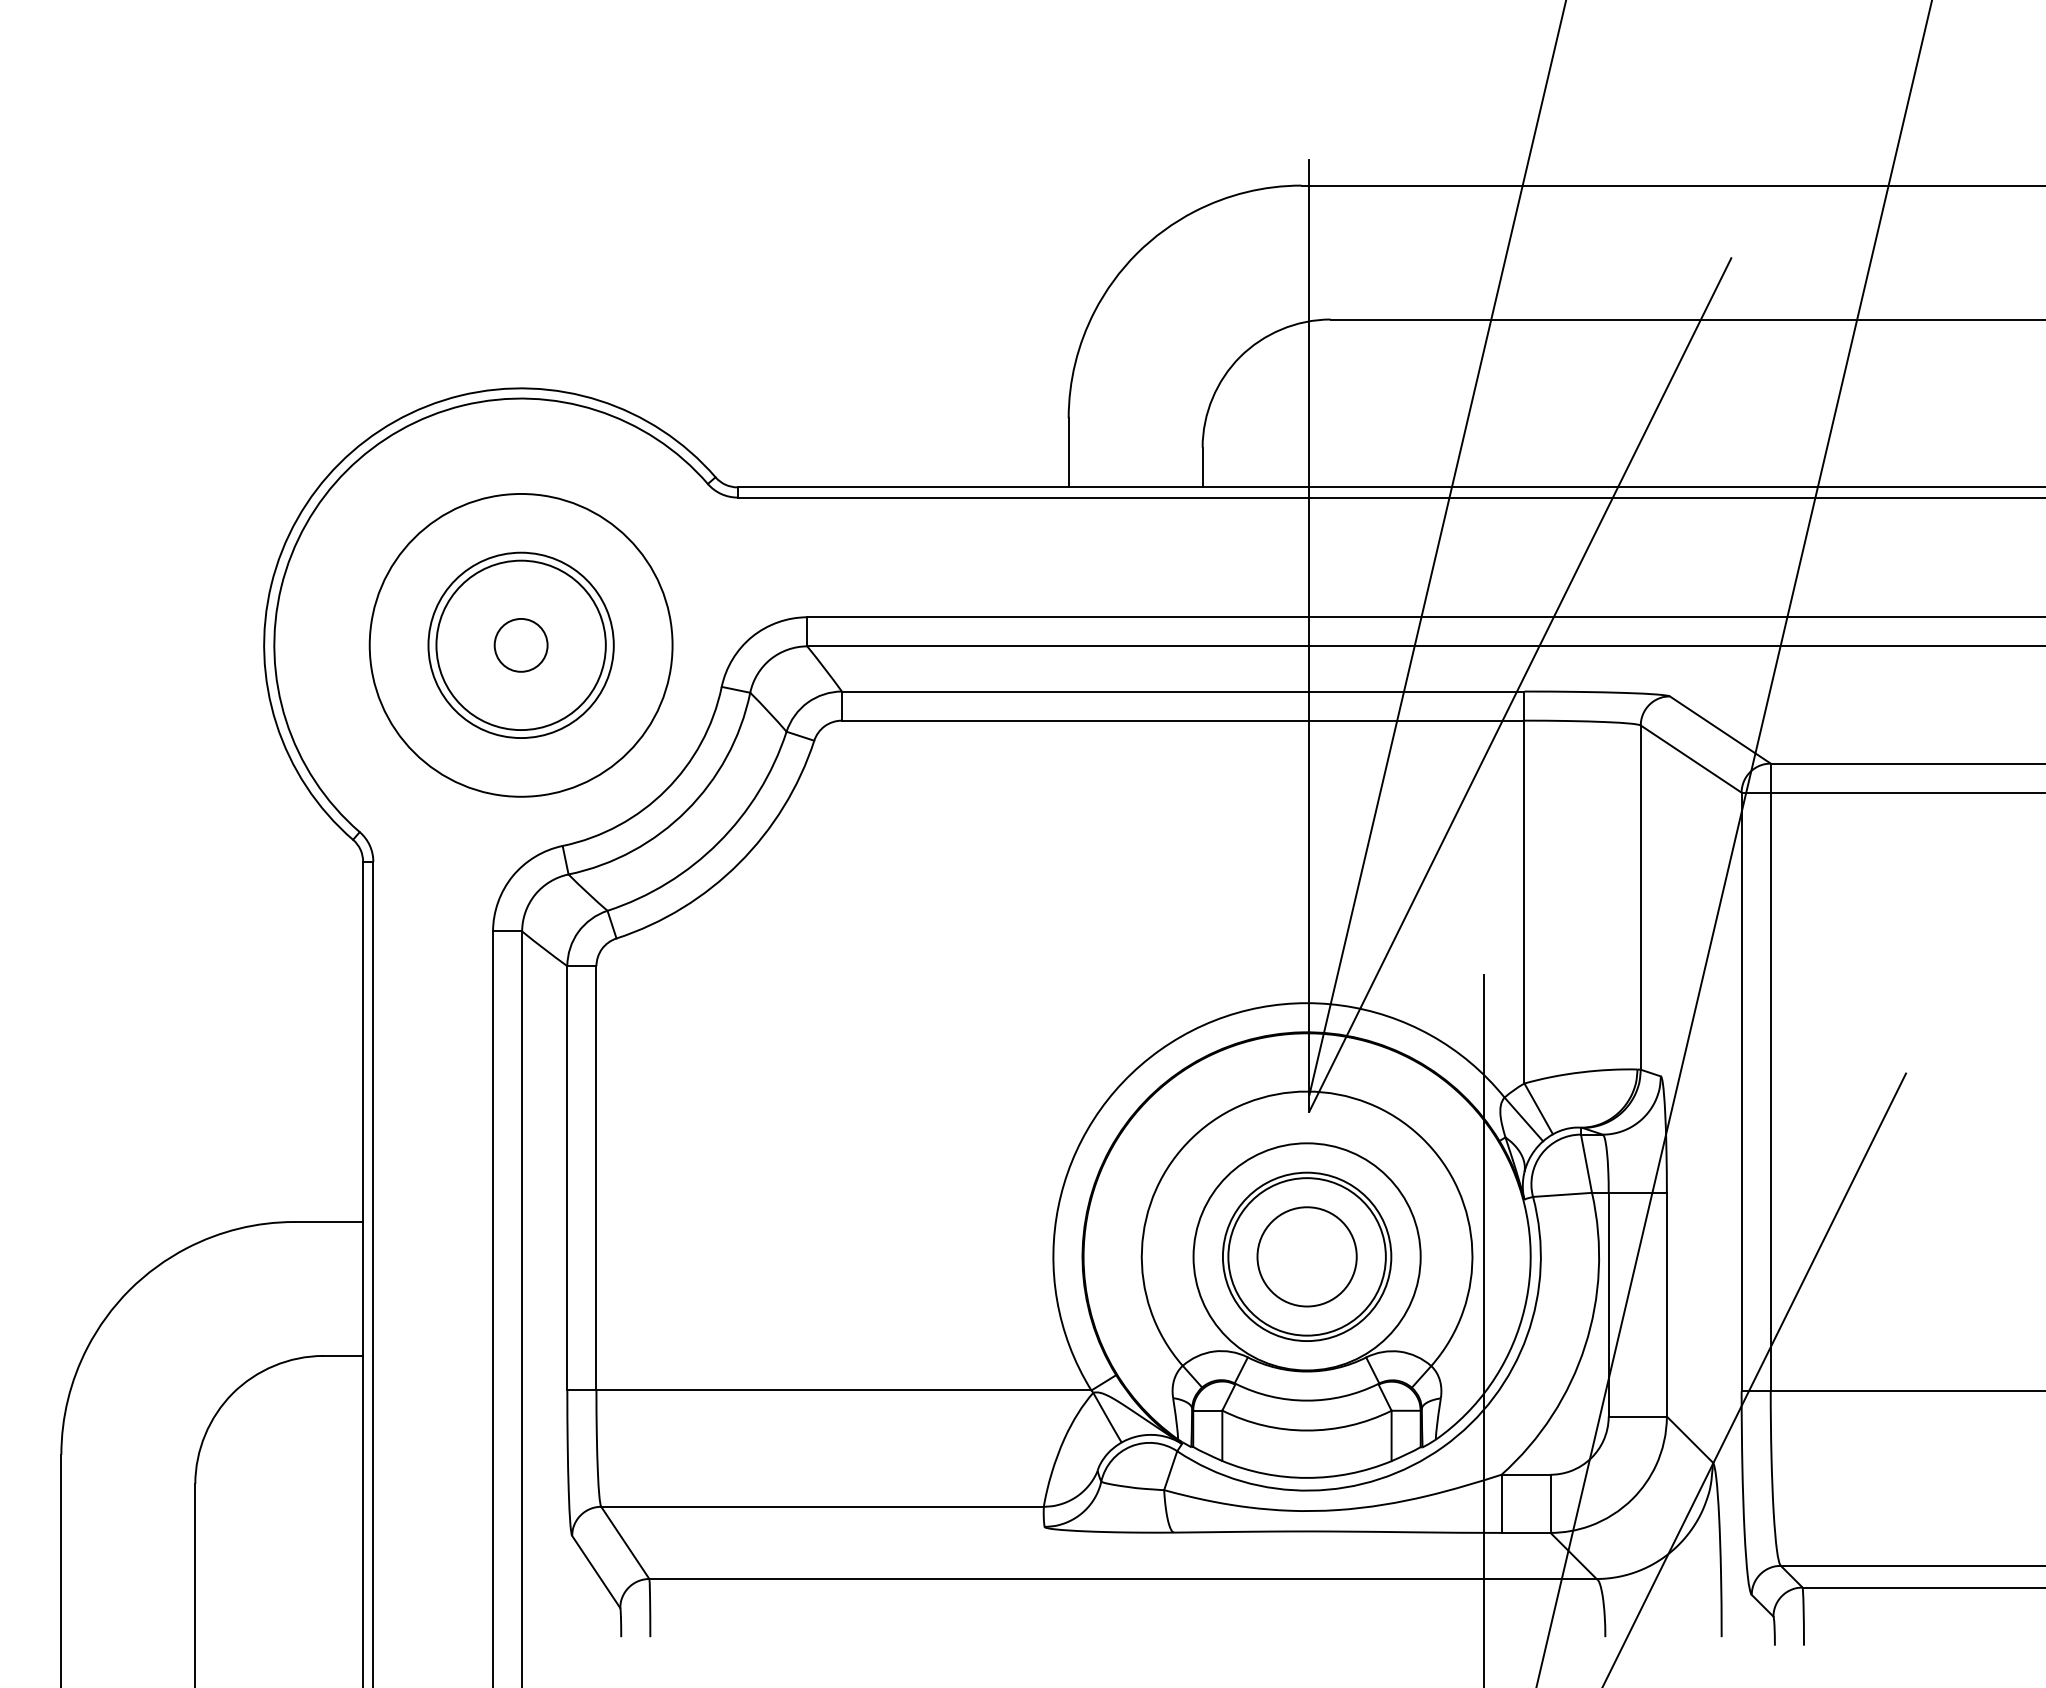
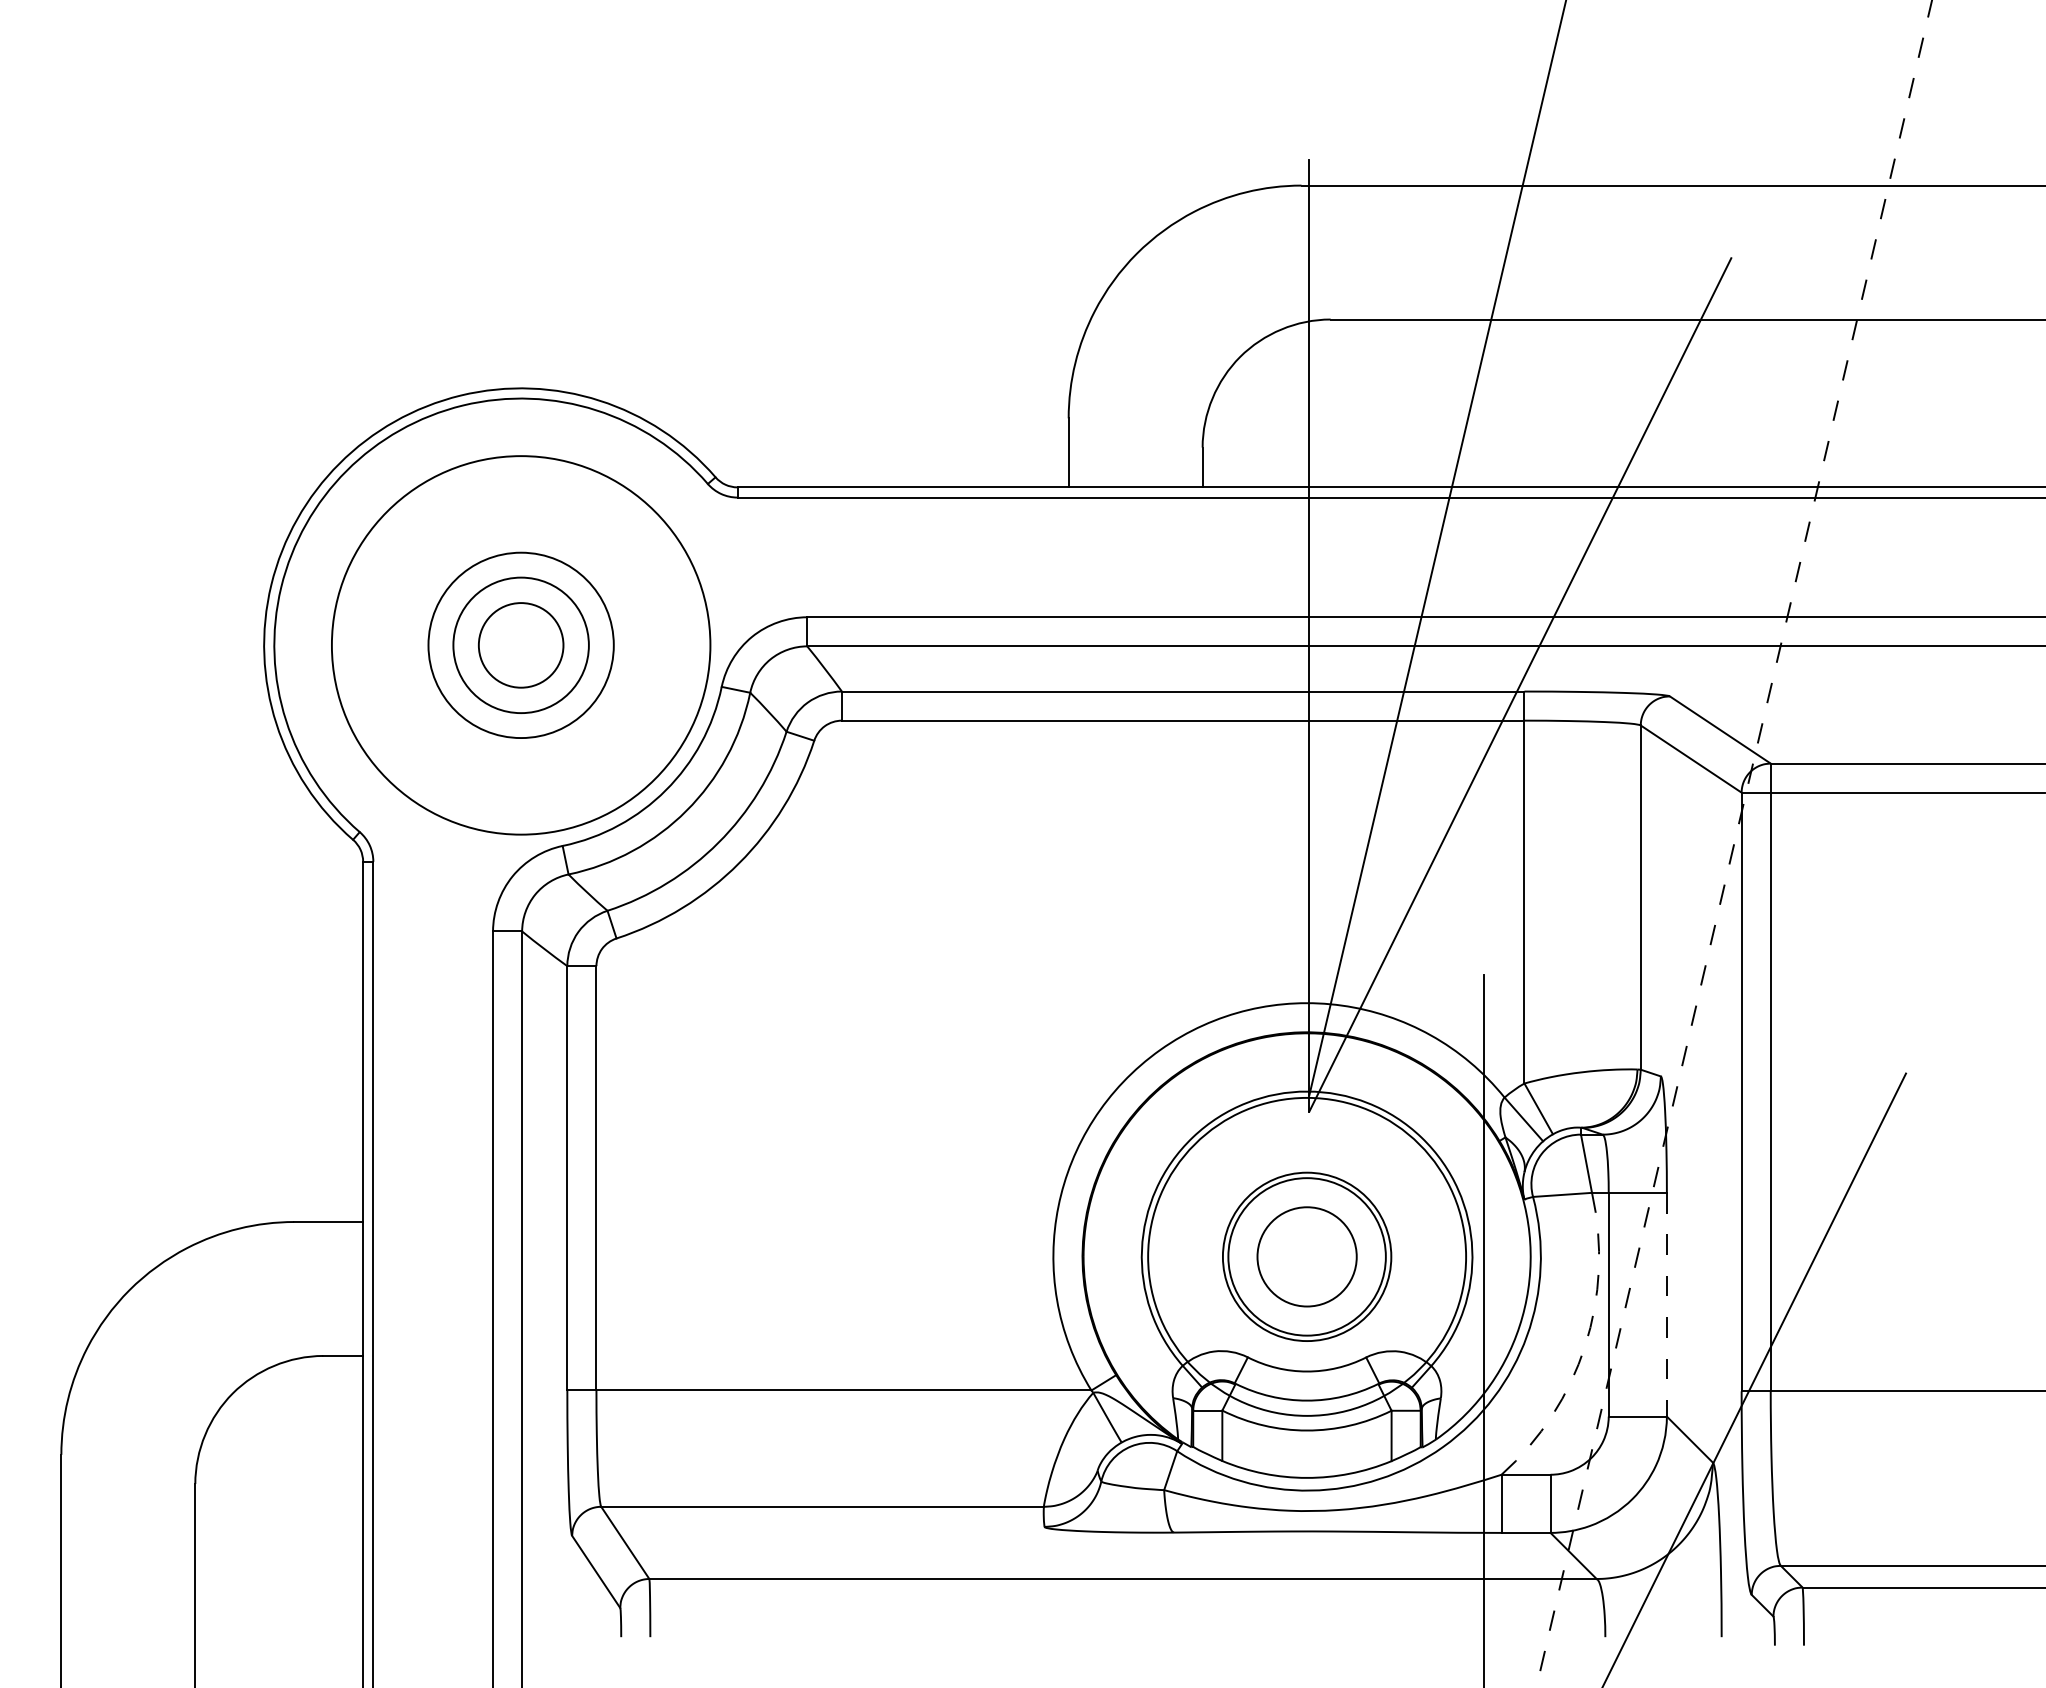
circle at (520, 644) diameter: 303 px -> 379 px
circle at (520, 644) diameter: 53 px -> 85 px
circle at (520, 645) diameter: 169 px -> 136 px
line at (1734, 844): solid -> dashed
circle at (1306, 1256) diameter: 227 px -> 318 px
line at (1666, 1304): solid -> dashed
arc at (1585, 1346): solid -> dashed
